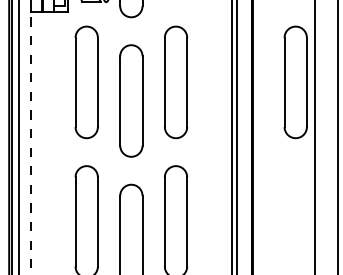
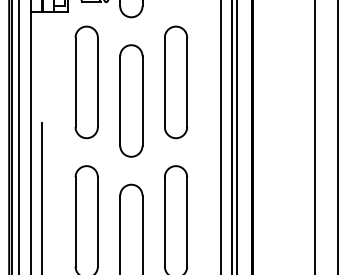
part at (295, 82): present -> none
line at (221, 136): none -> present
line at (30, 142): dashed -> solid
line at (42, 196): none -> present
